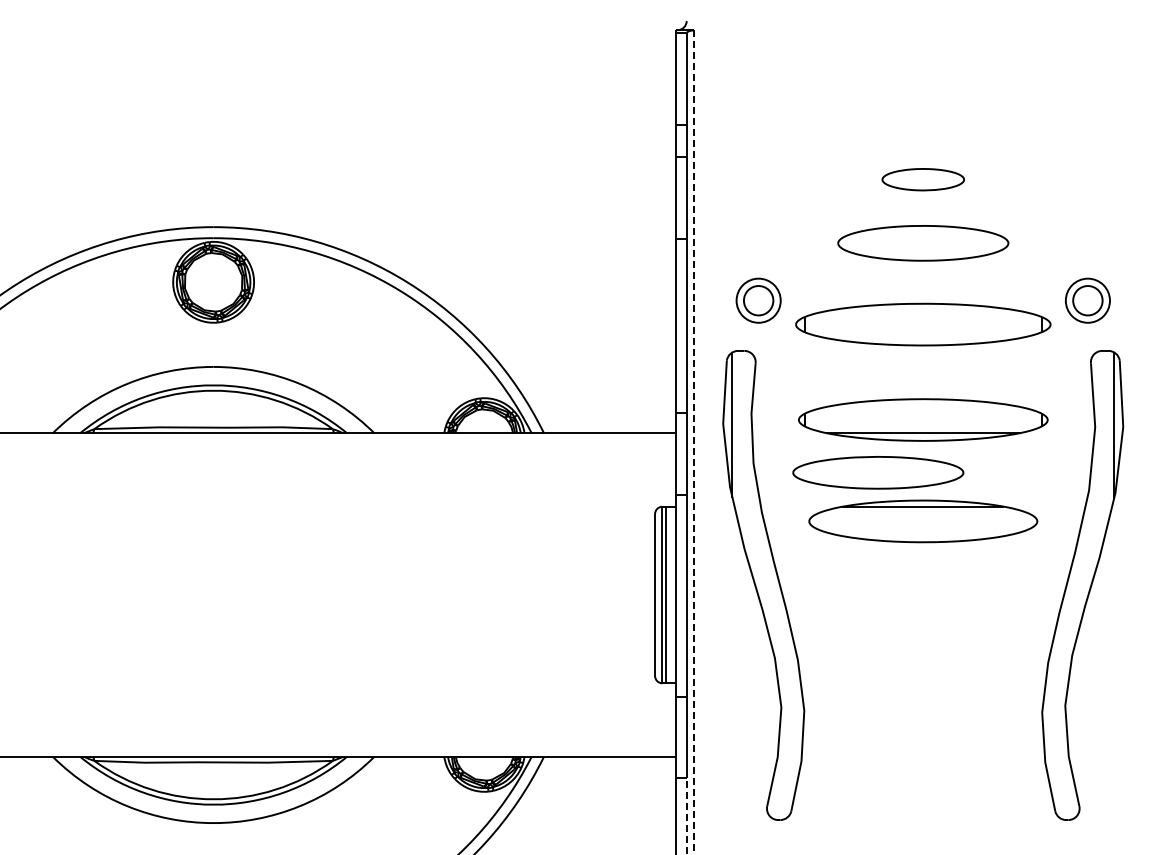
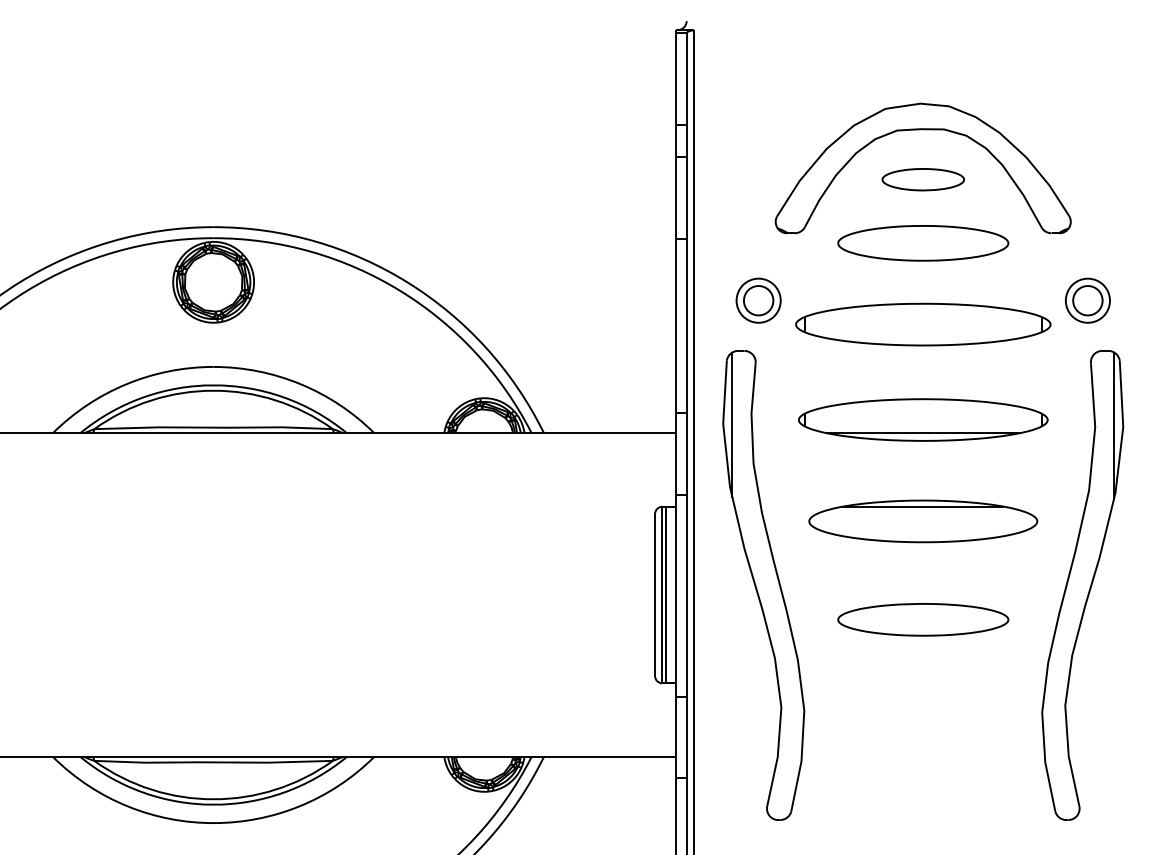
part at (922, 130): none -> present
line at (694, 442): dashed -> solid
part at (878, 472) position: (878, 472) -> (923, 619)
line at (686, 816): dashed -> solid
